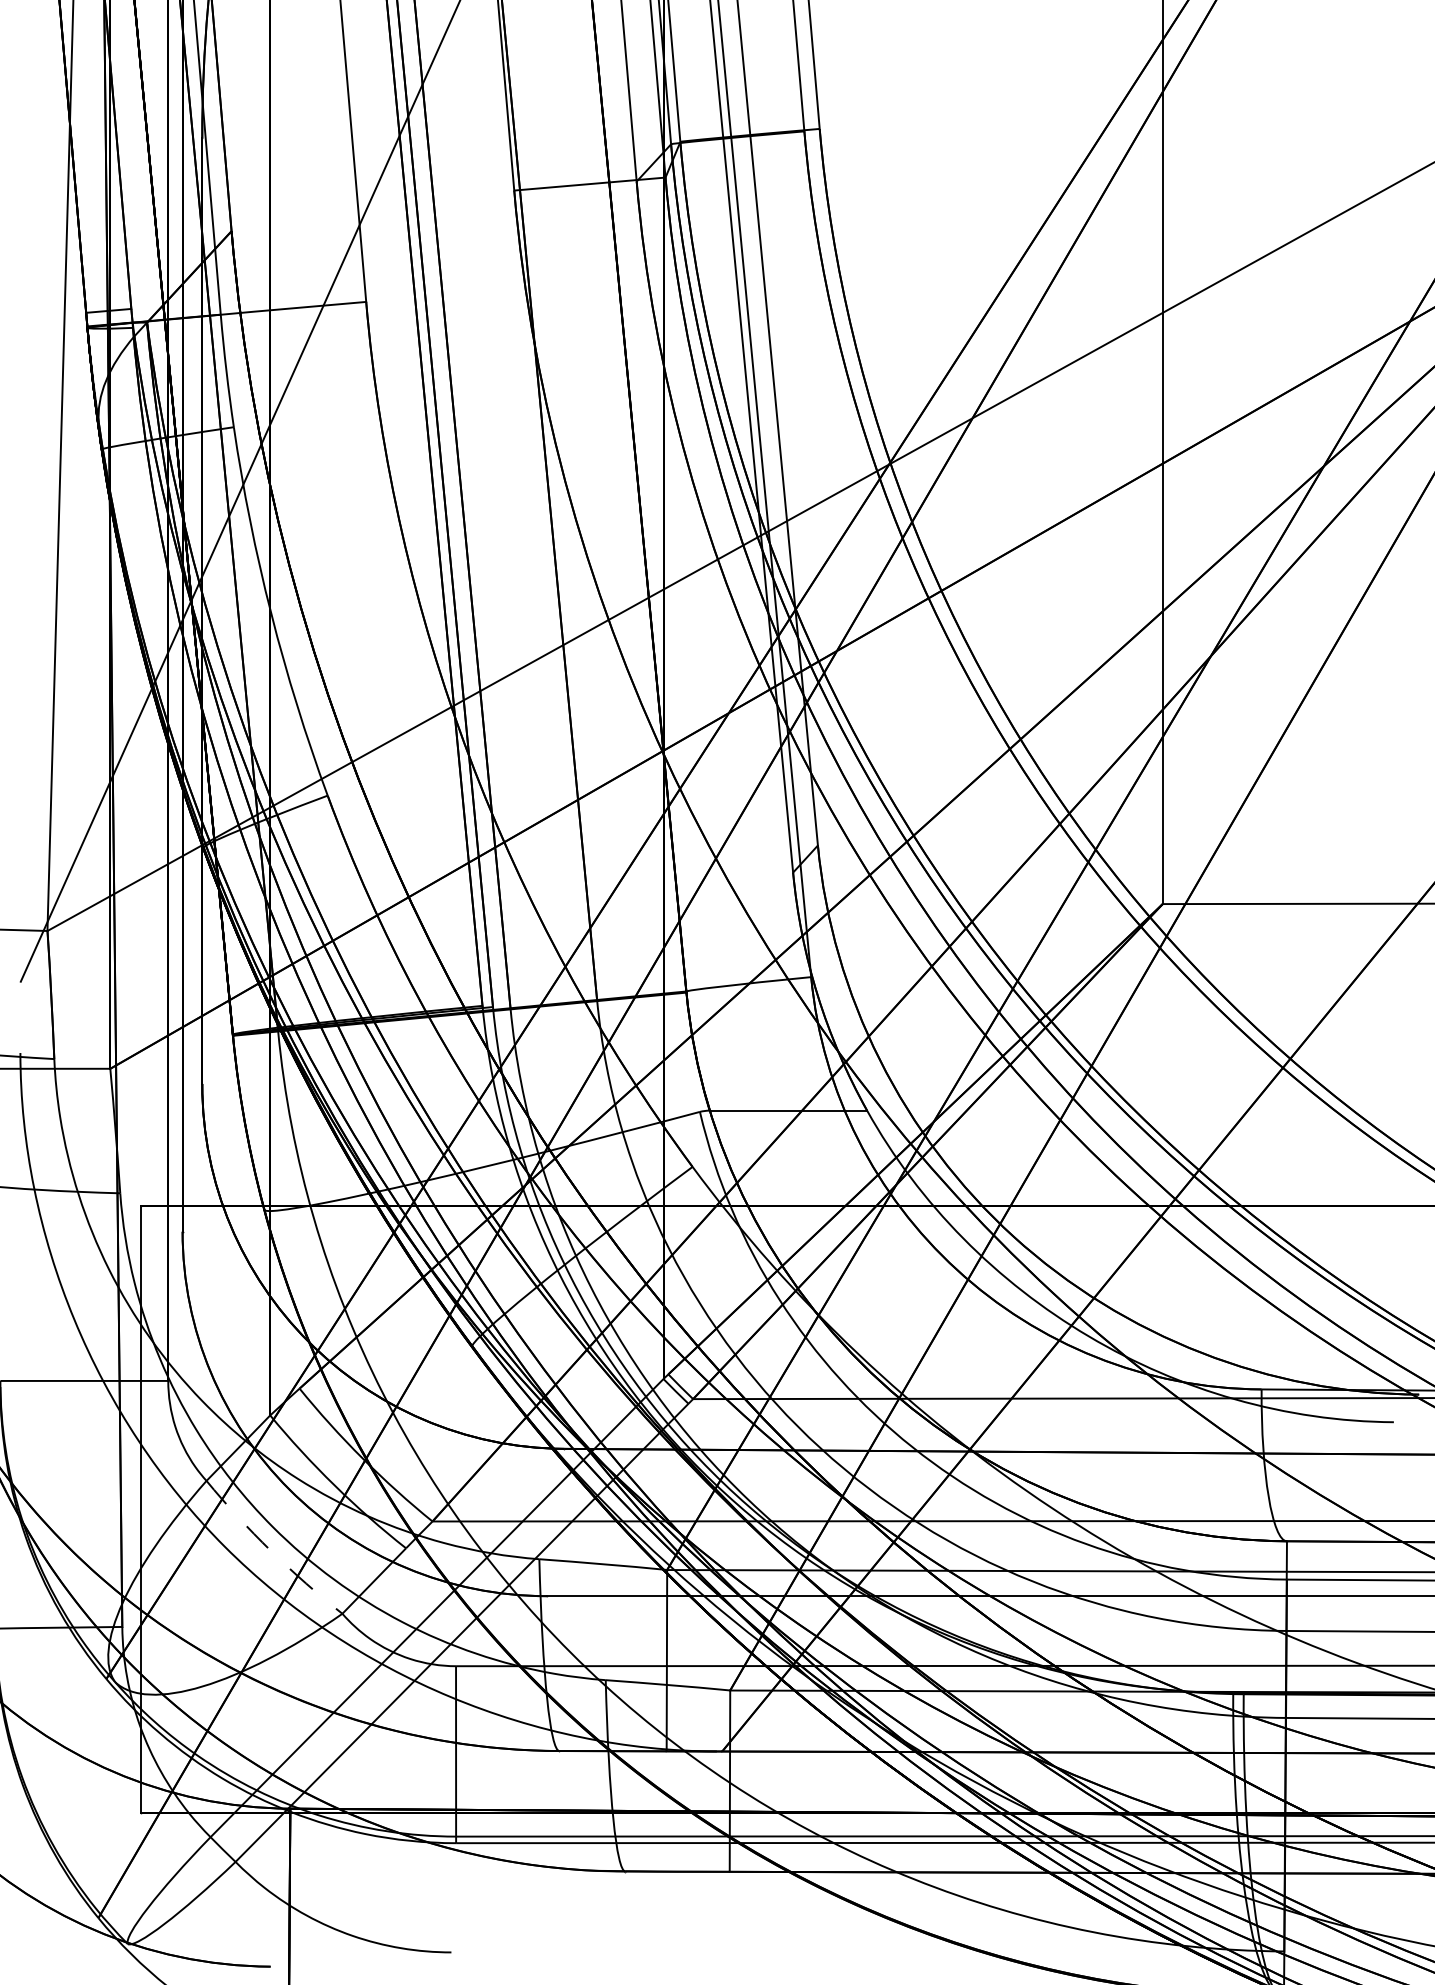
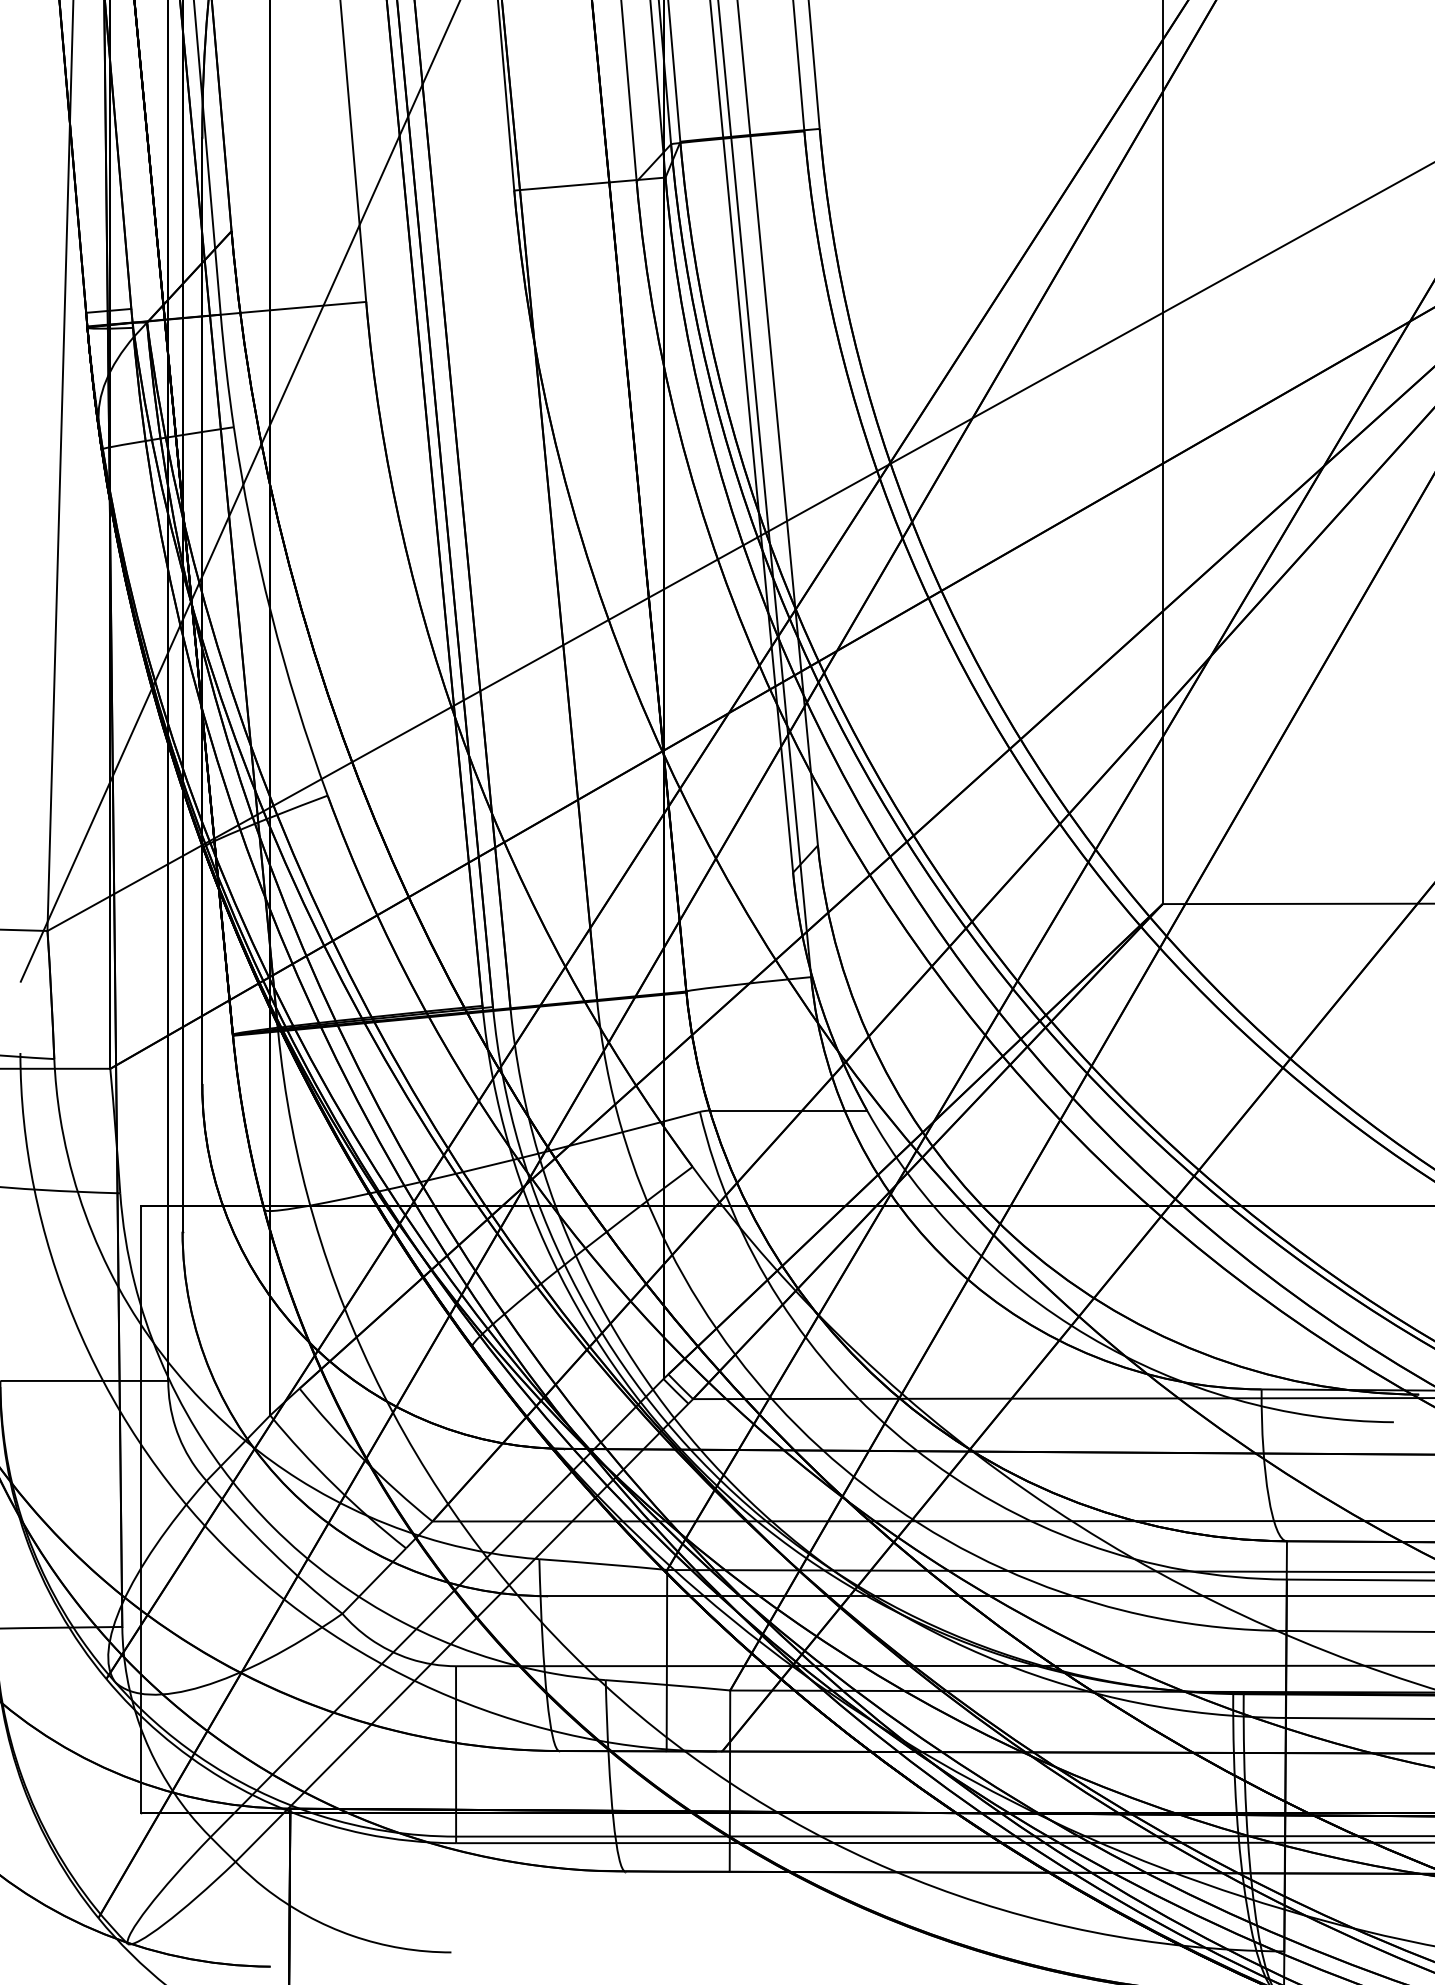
arc at (270, 1550): dashed -> solid
